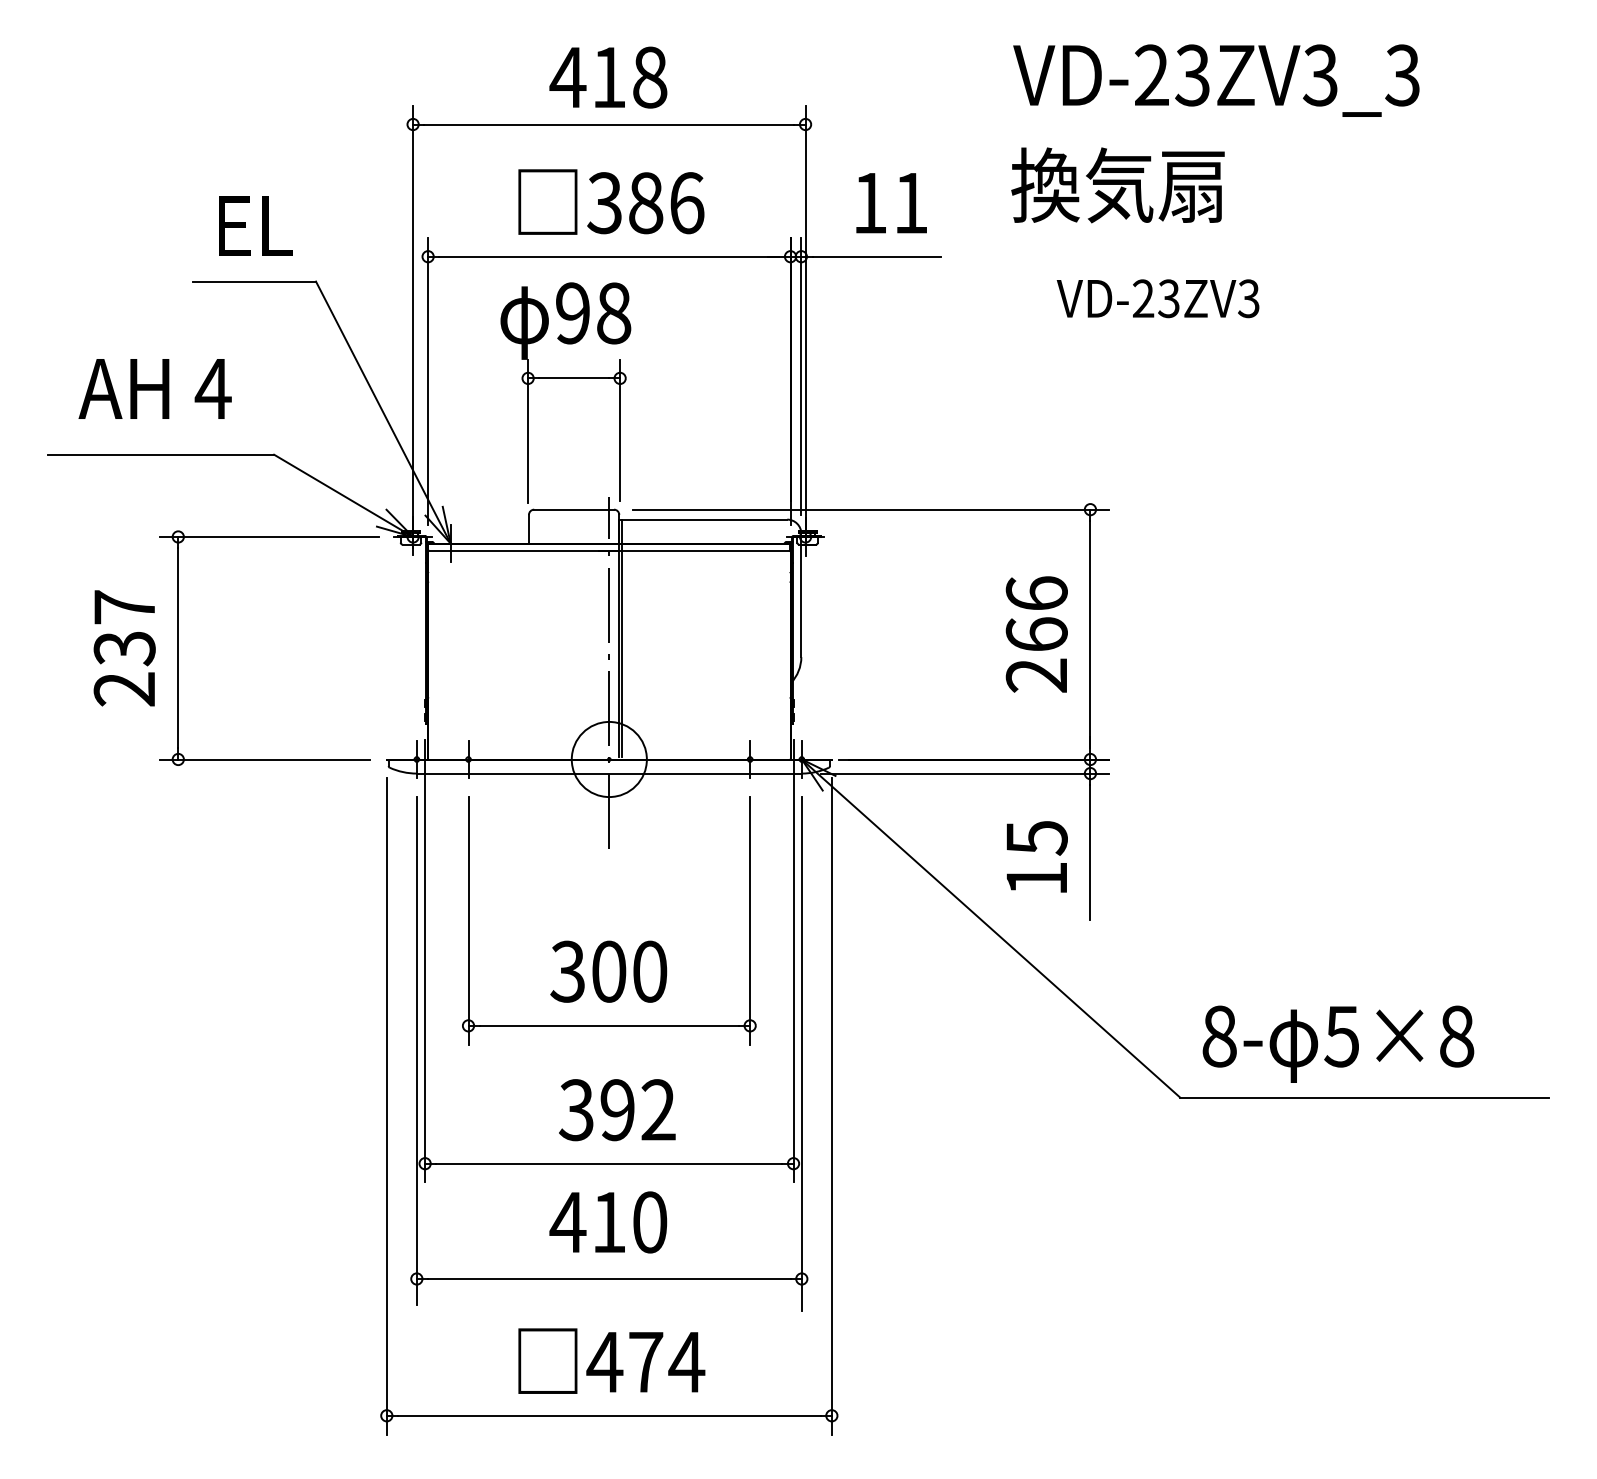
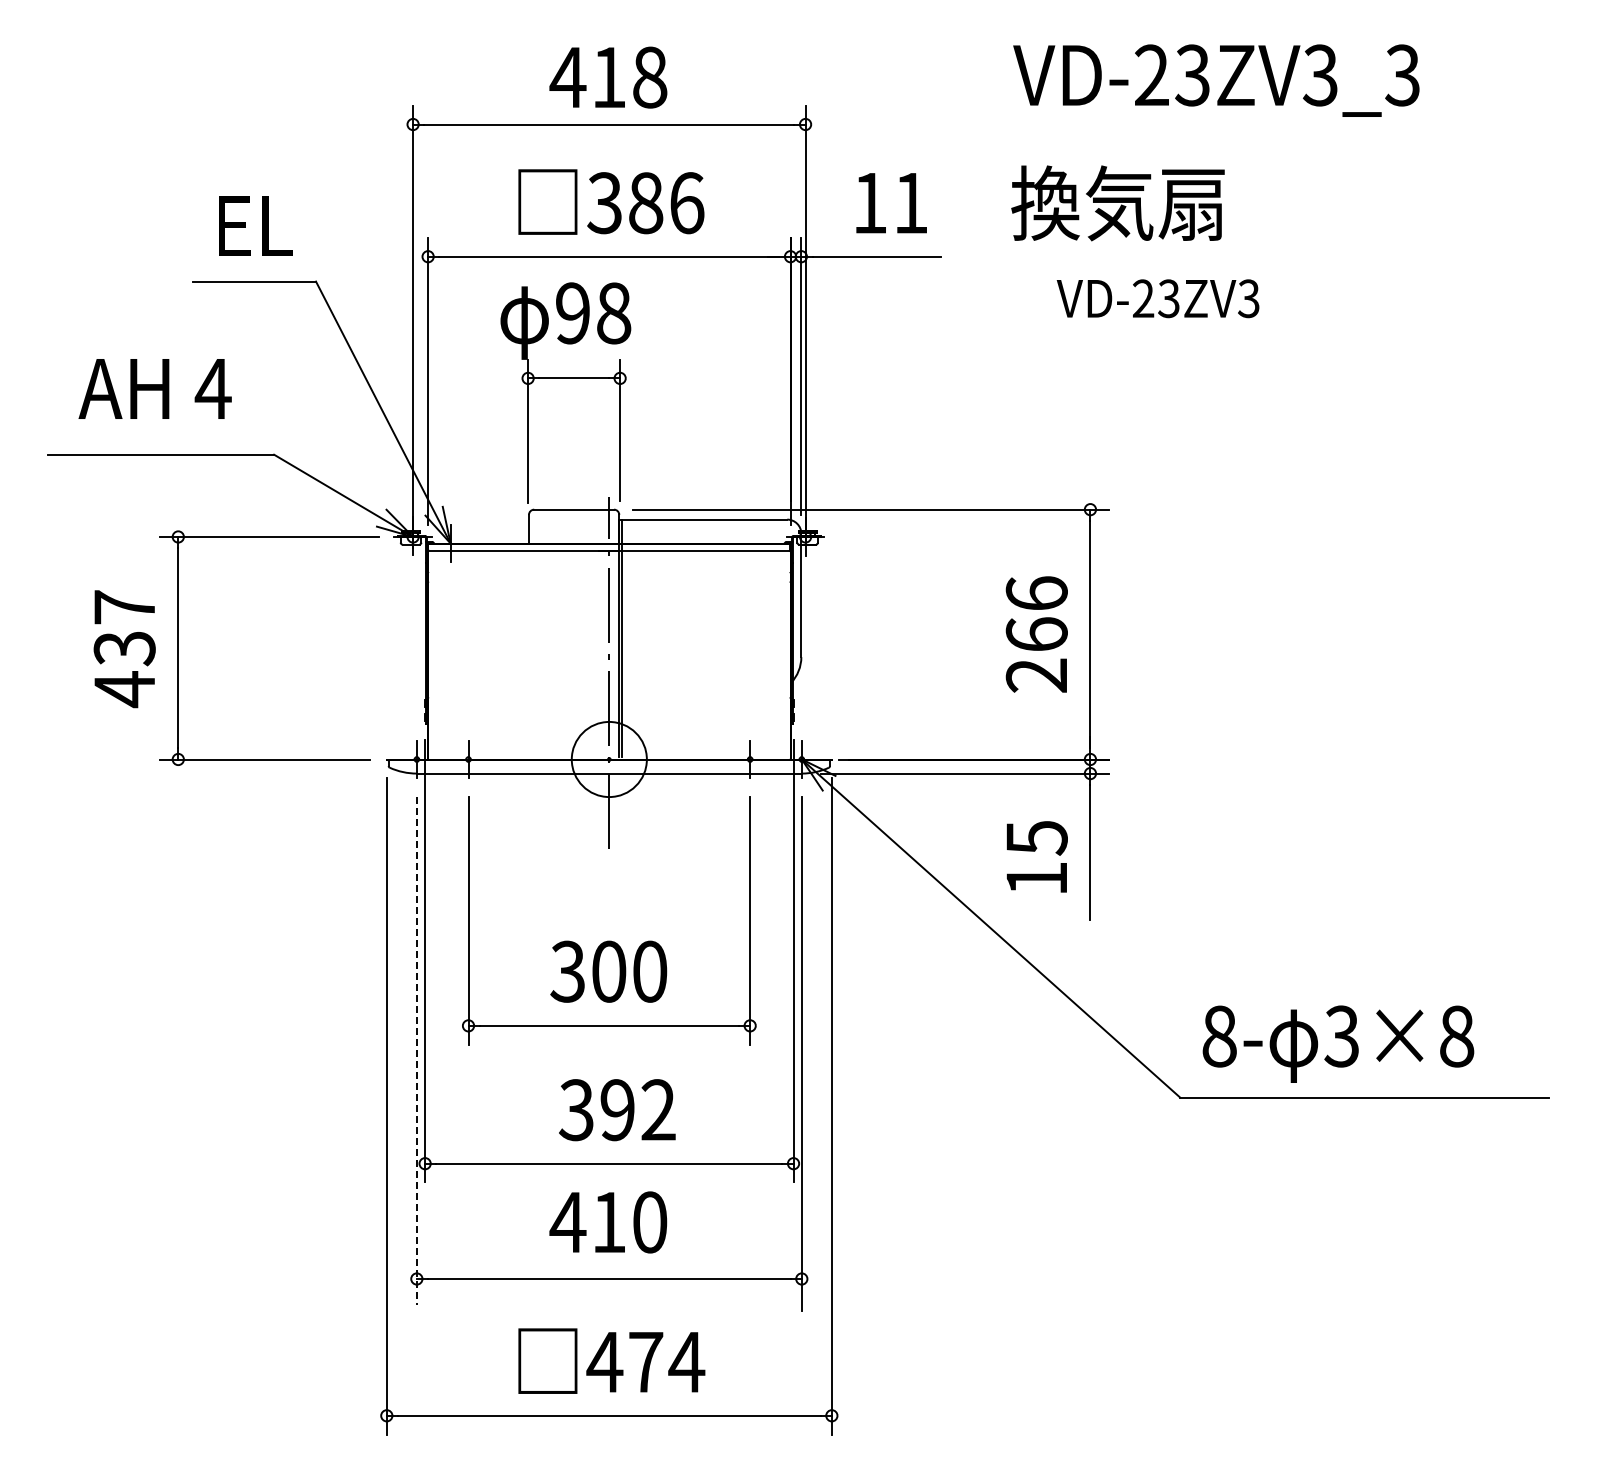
text at (1117, 185) position: (1117, 185) -> (1117, 203)
text at (123, 689): 237 -> 437
text at (1341, 1036): 5×8 -> 3×8
line at (416, 1050): solid -> dashed
